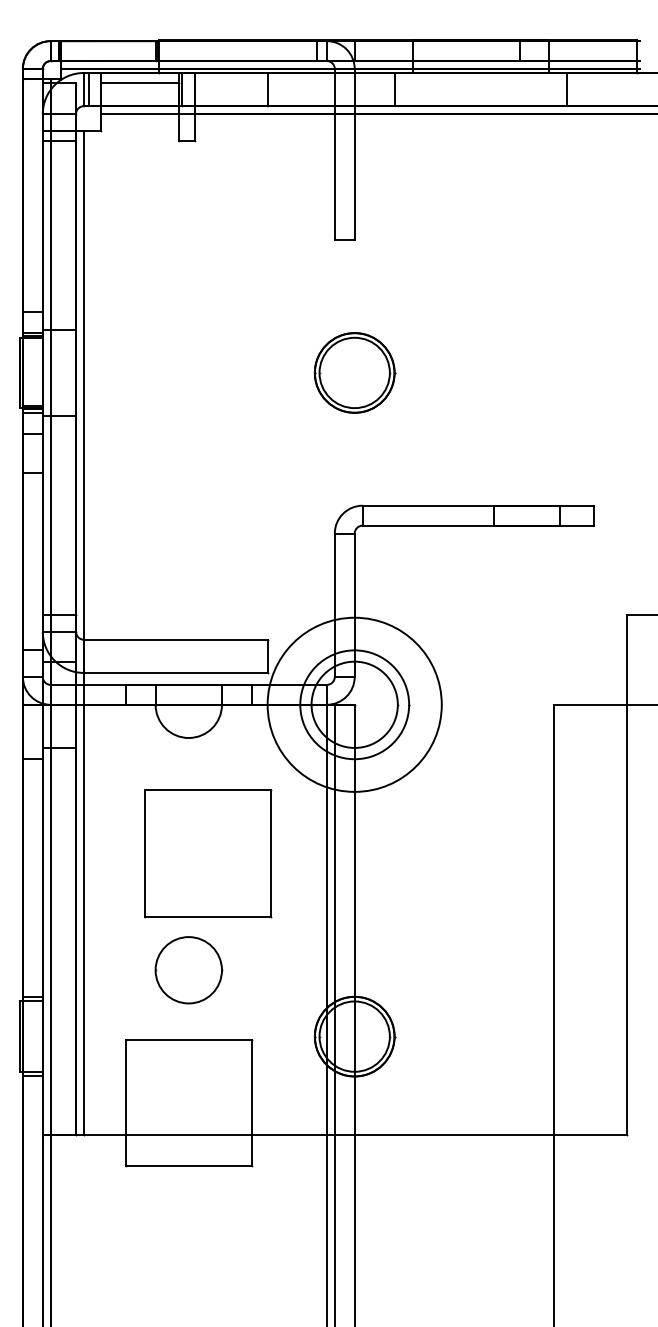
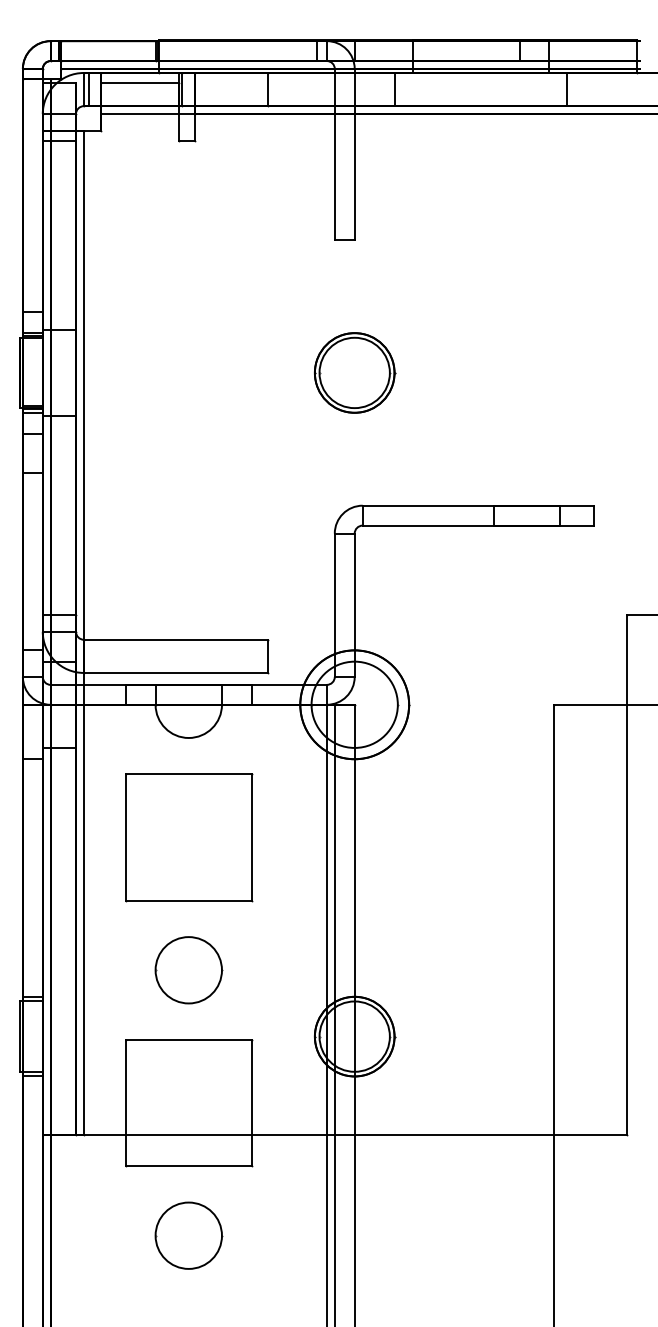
circle at (354, 704) diameter: 174 px -> 109 px
part at (208, 853) position: (208, 853) -> (189, 837)
part at (188, 1235): none -> present
